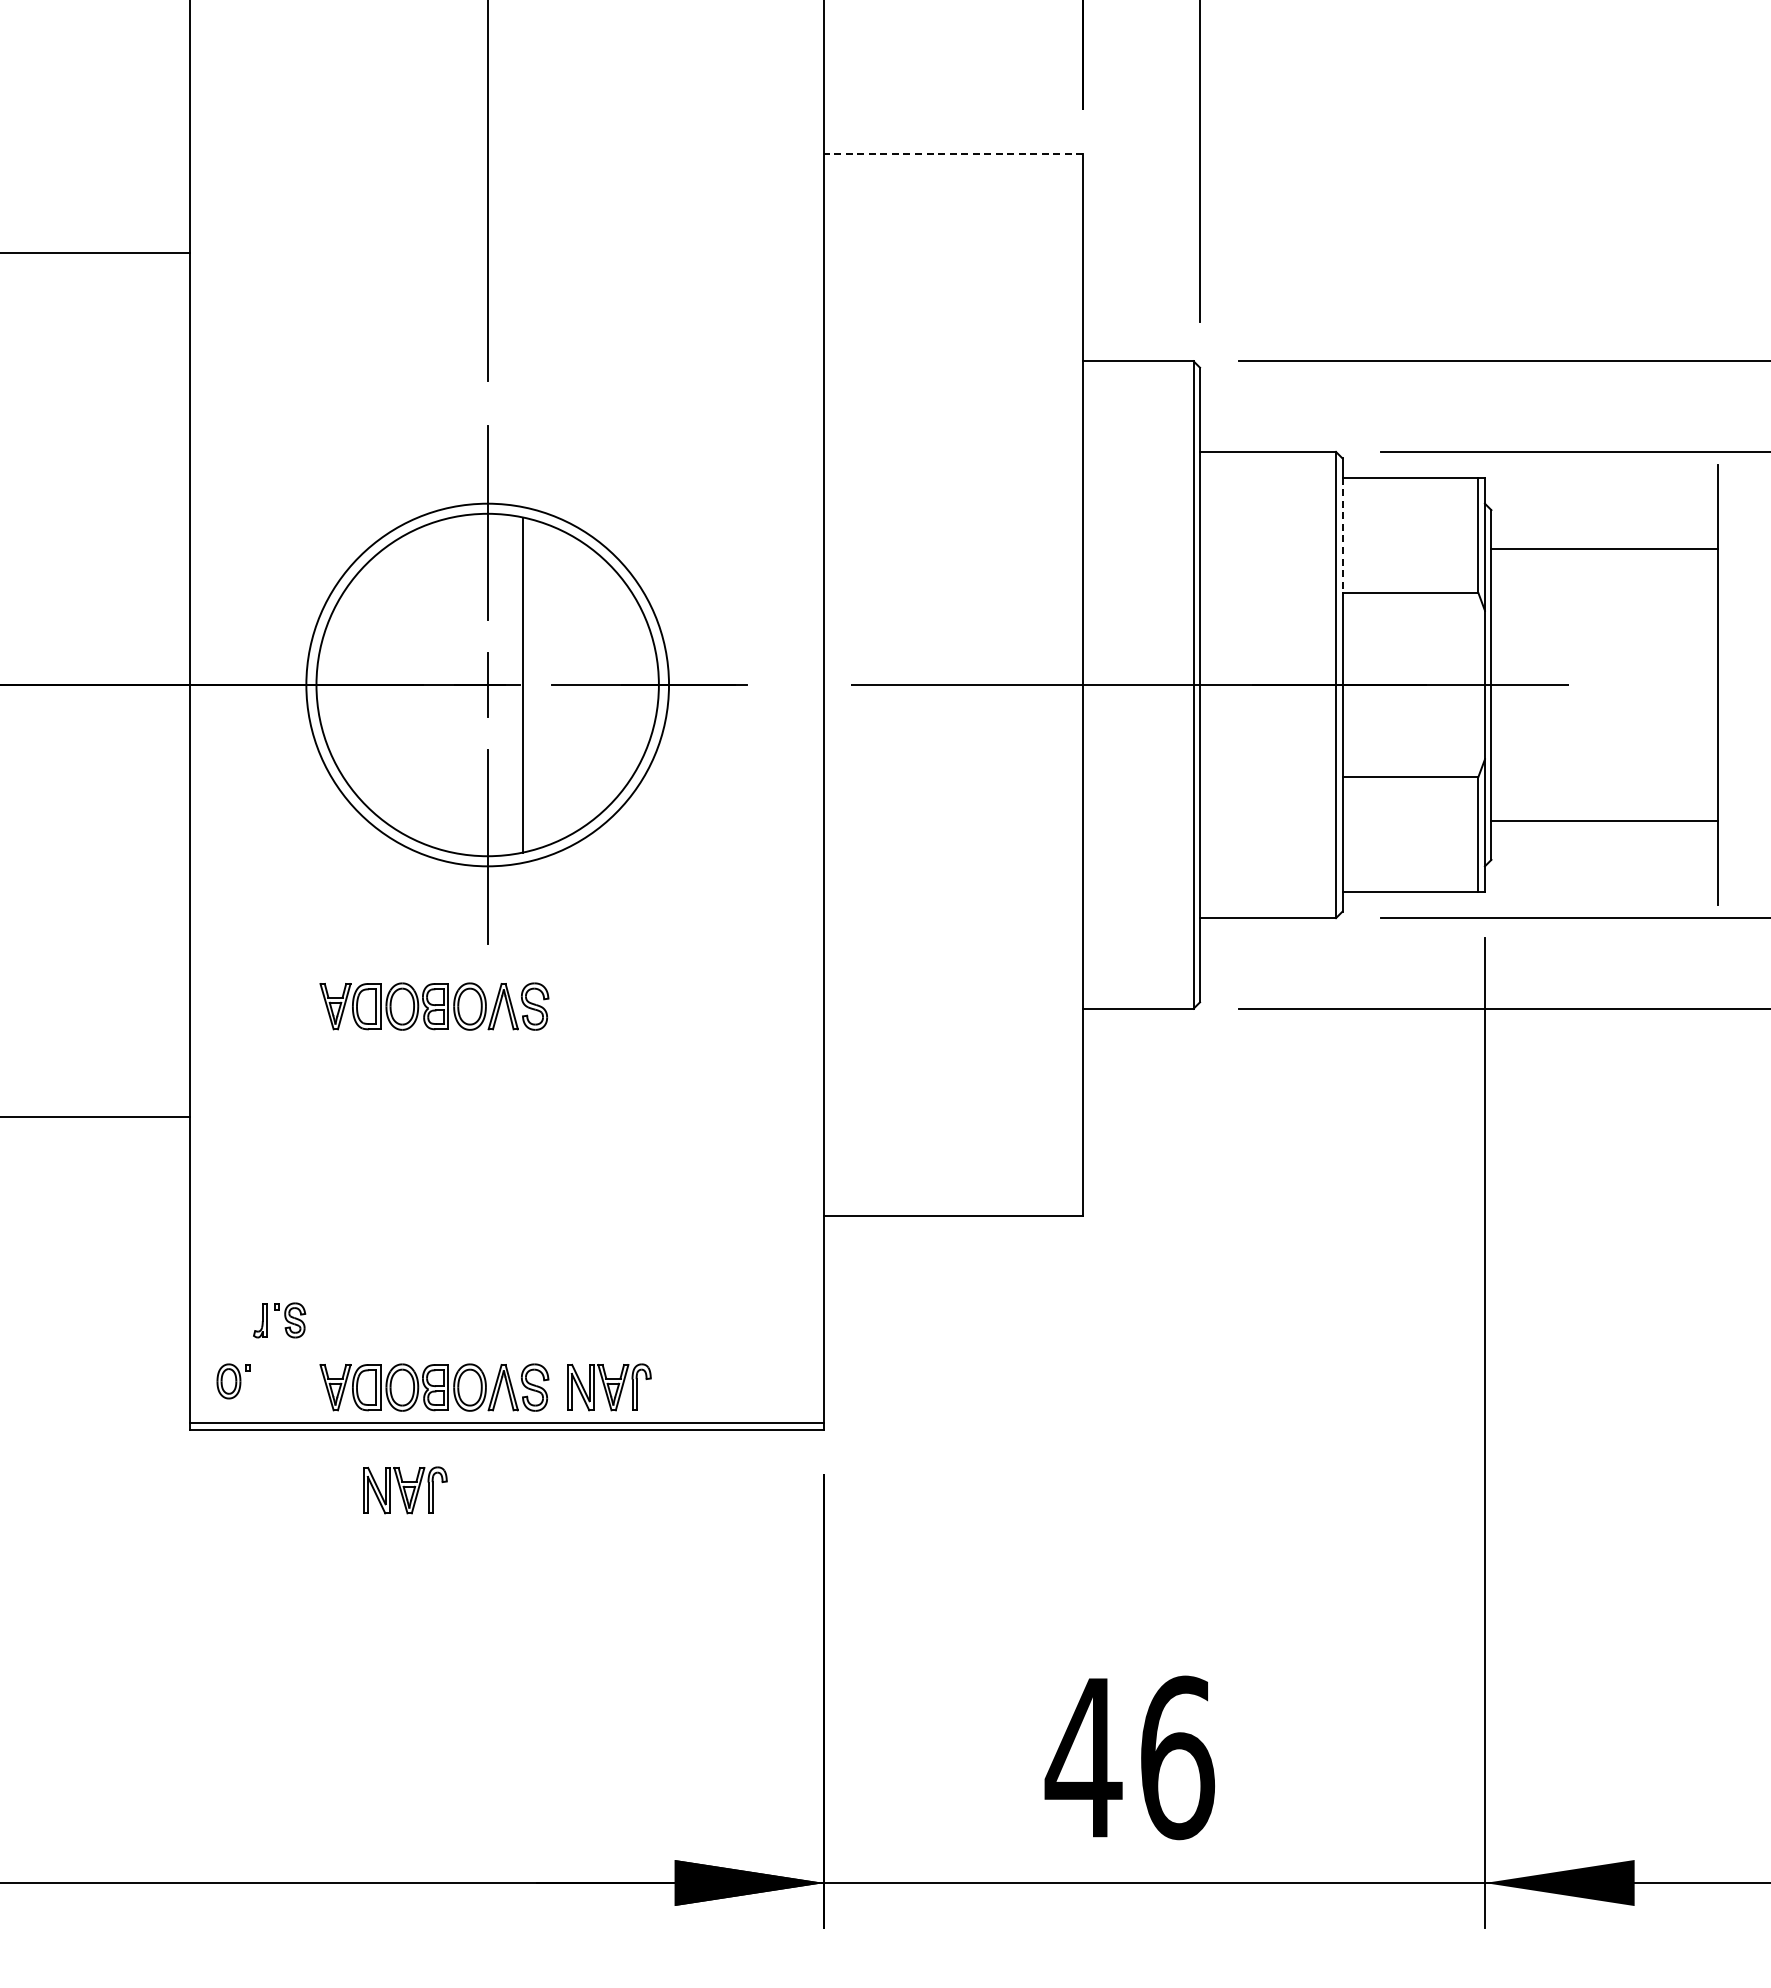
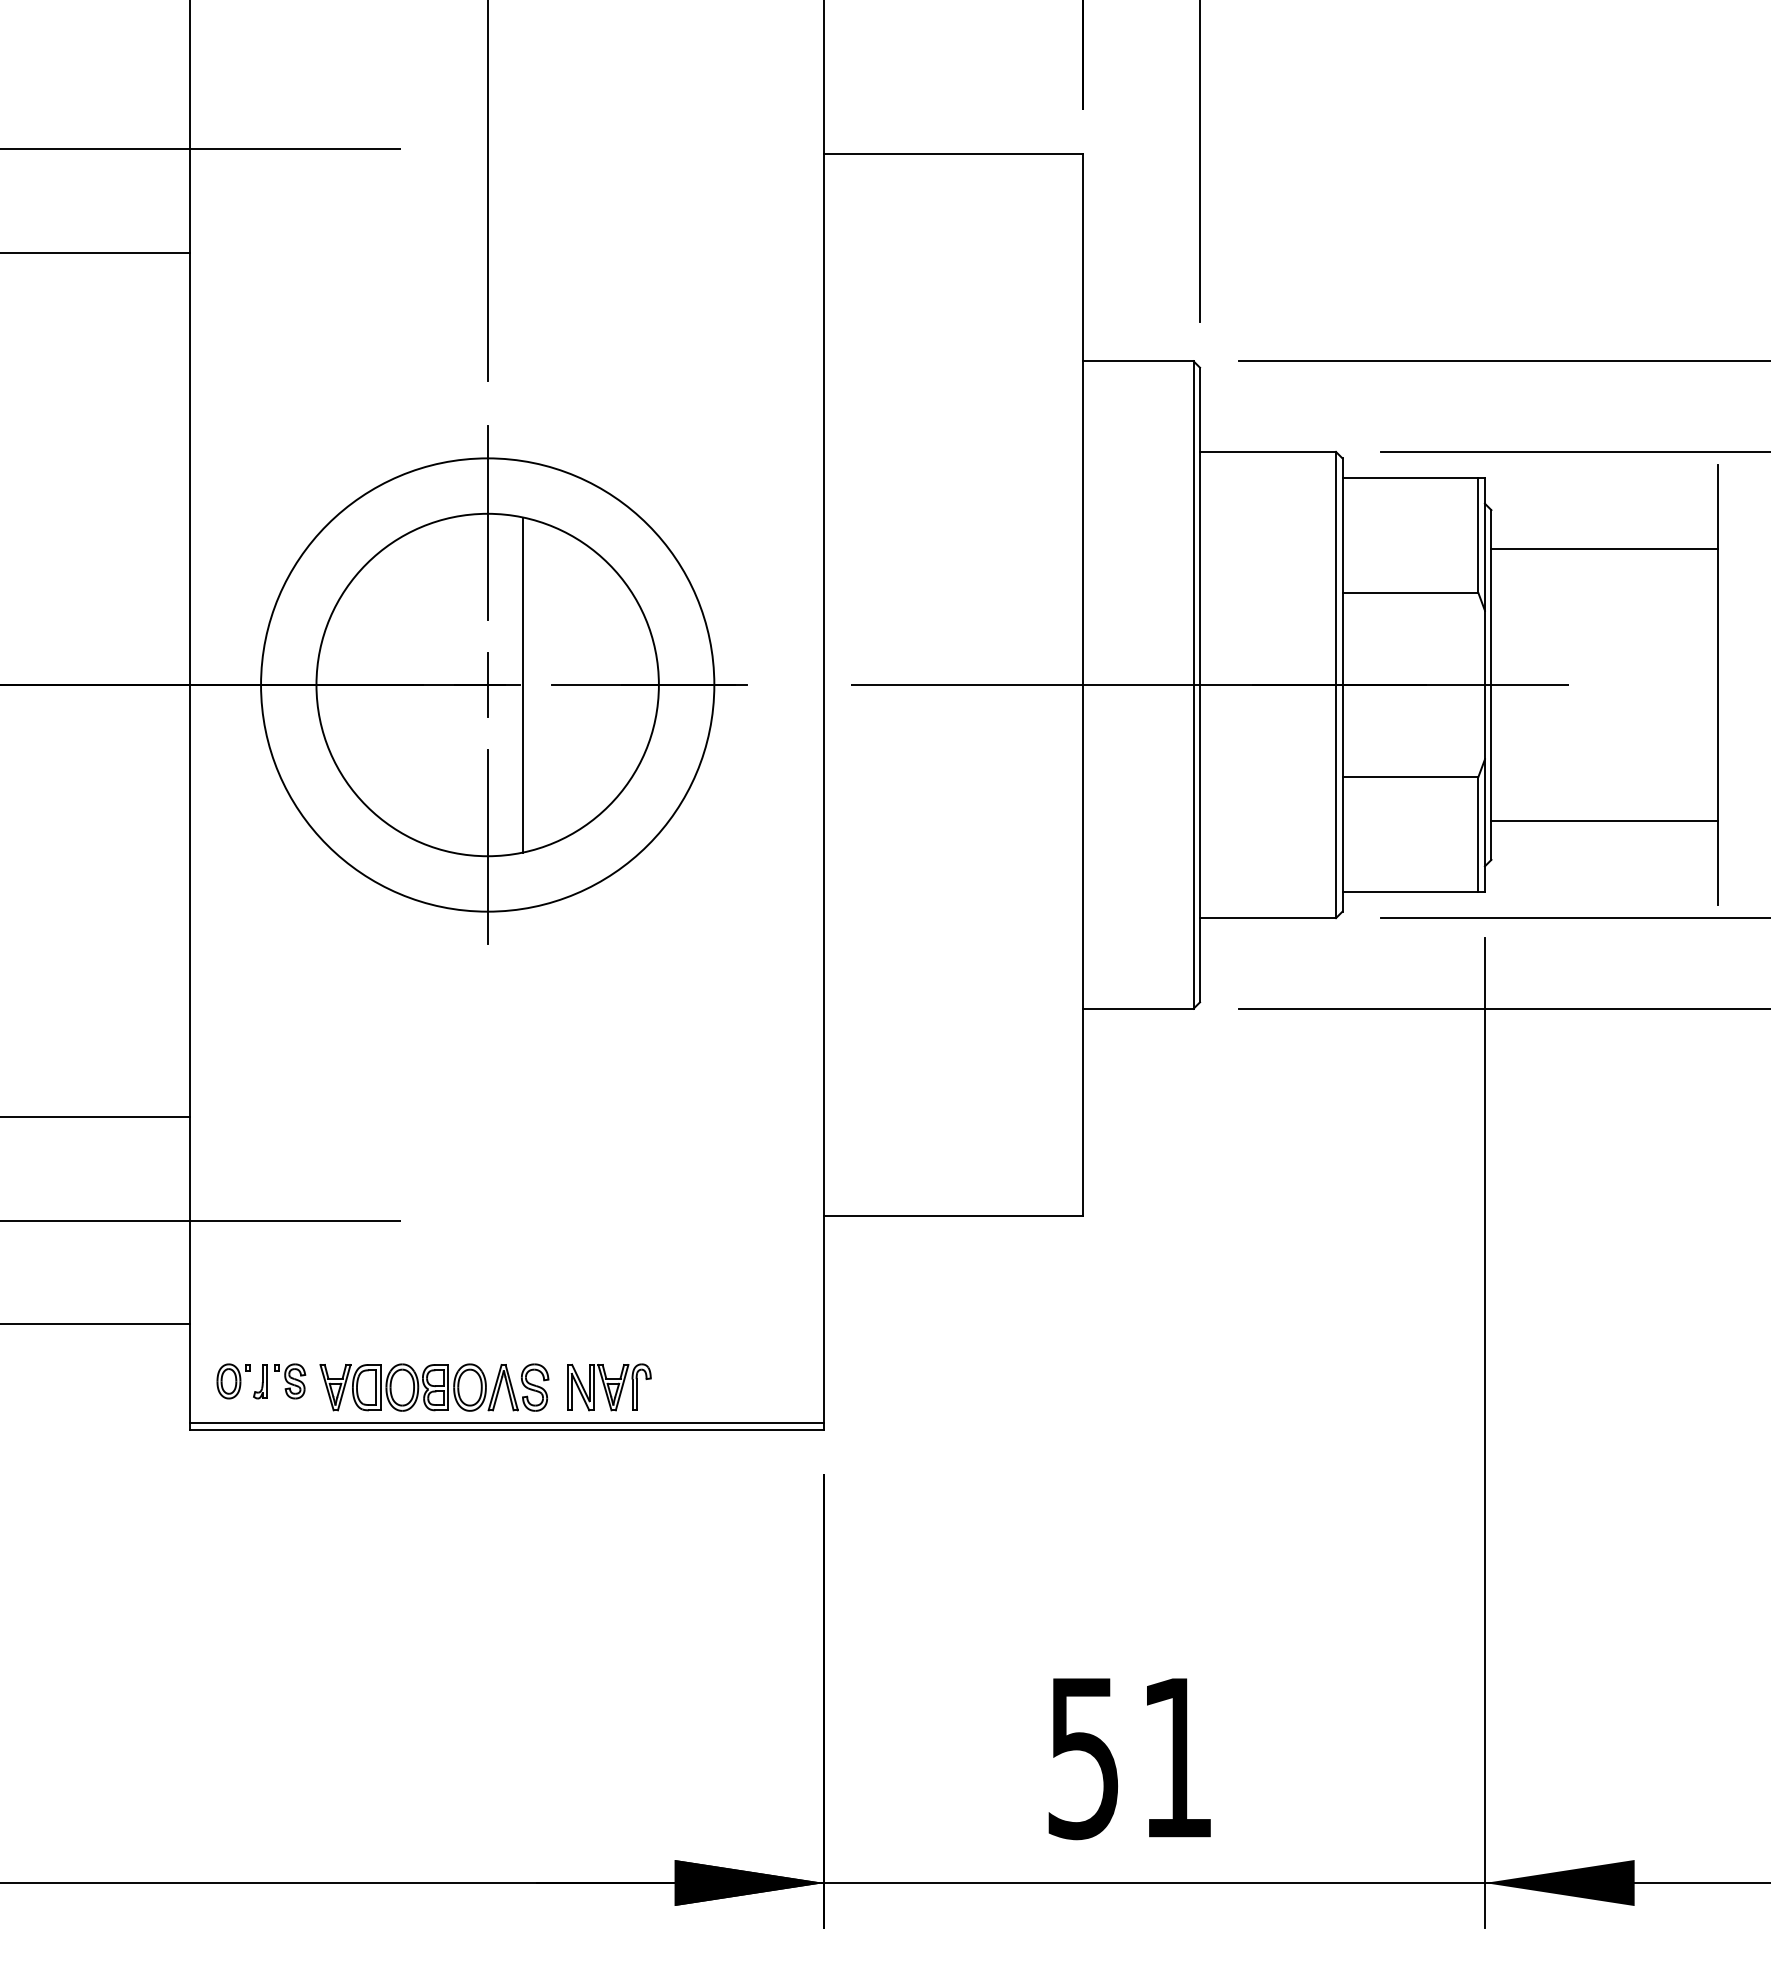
line at (222, 149): none -> present
line at (953, 154): dashed -> solid
line at (1342, 535): dashed -> solid
circle at (487, 684) diameter: 363 px -> 453 px
part at (434, 1006): present -> none
line at (222, 1220): none -> present
part at (279, 1320) position: (279, 1320) -> (279, 1381)
line at (95, 1324): none -> present
part at (405, 1490): present -> none
text at (1129, 1757): 46 -> 51
